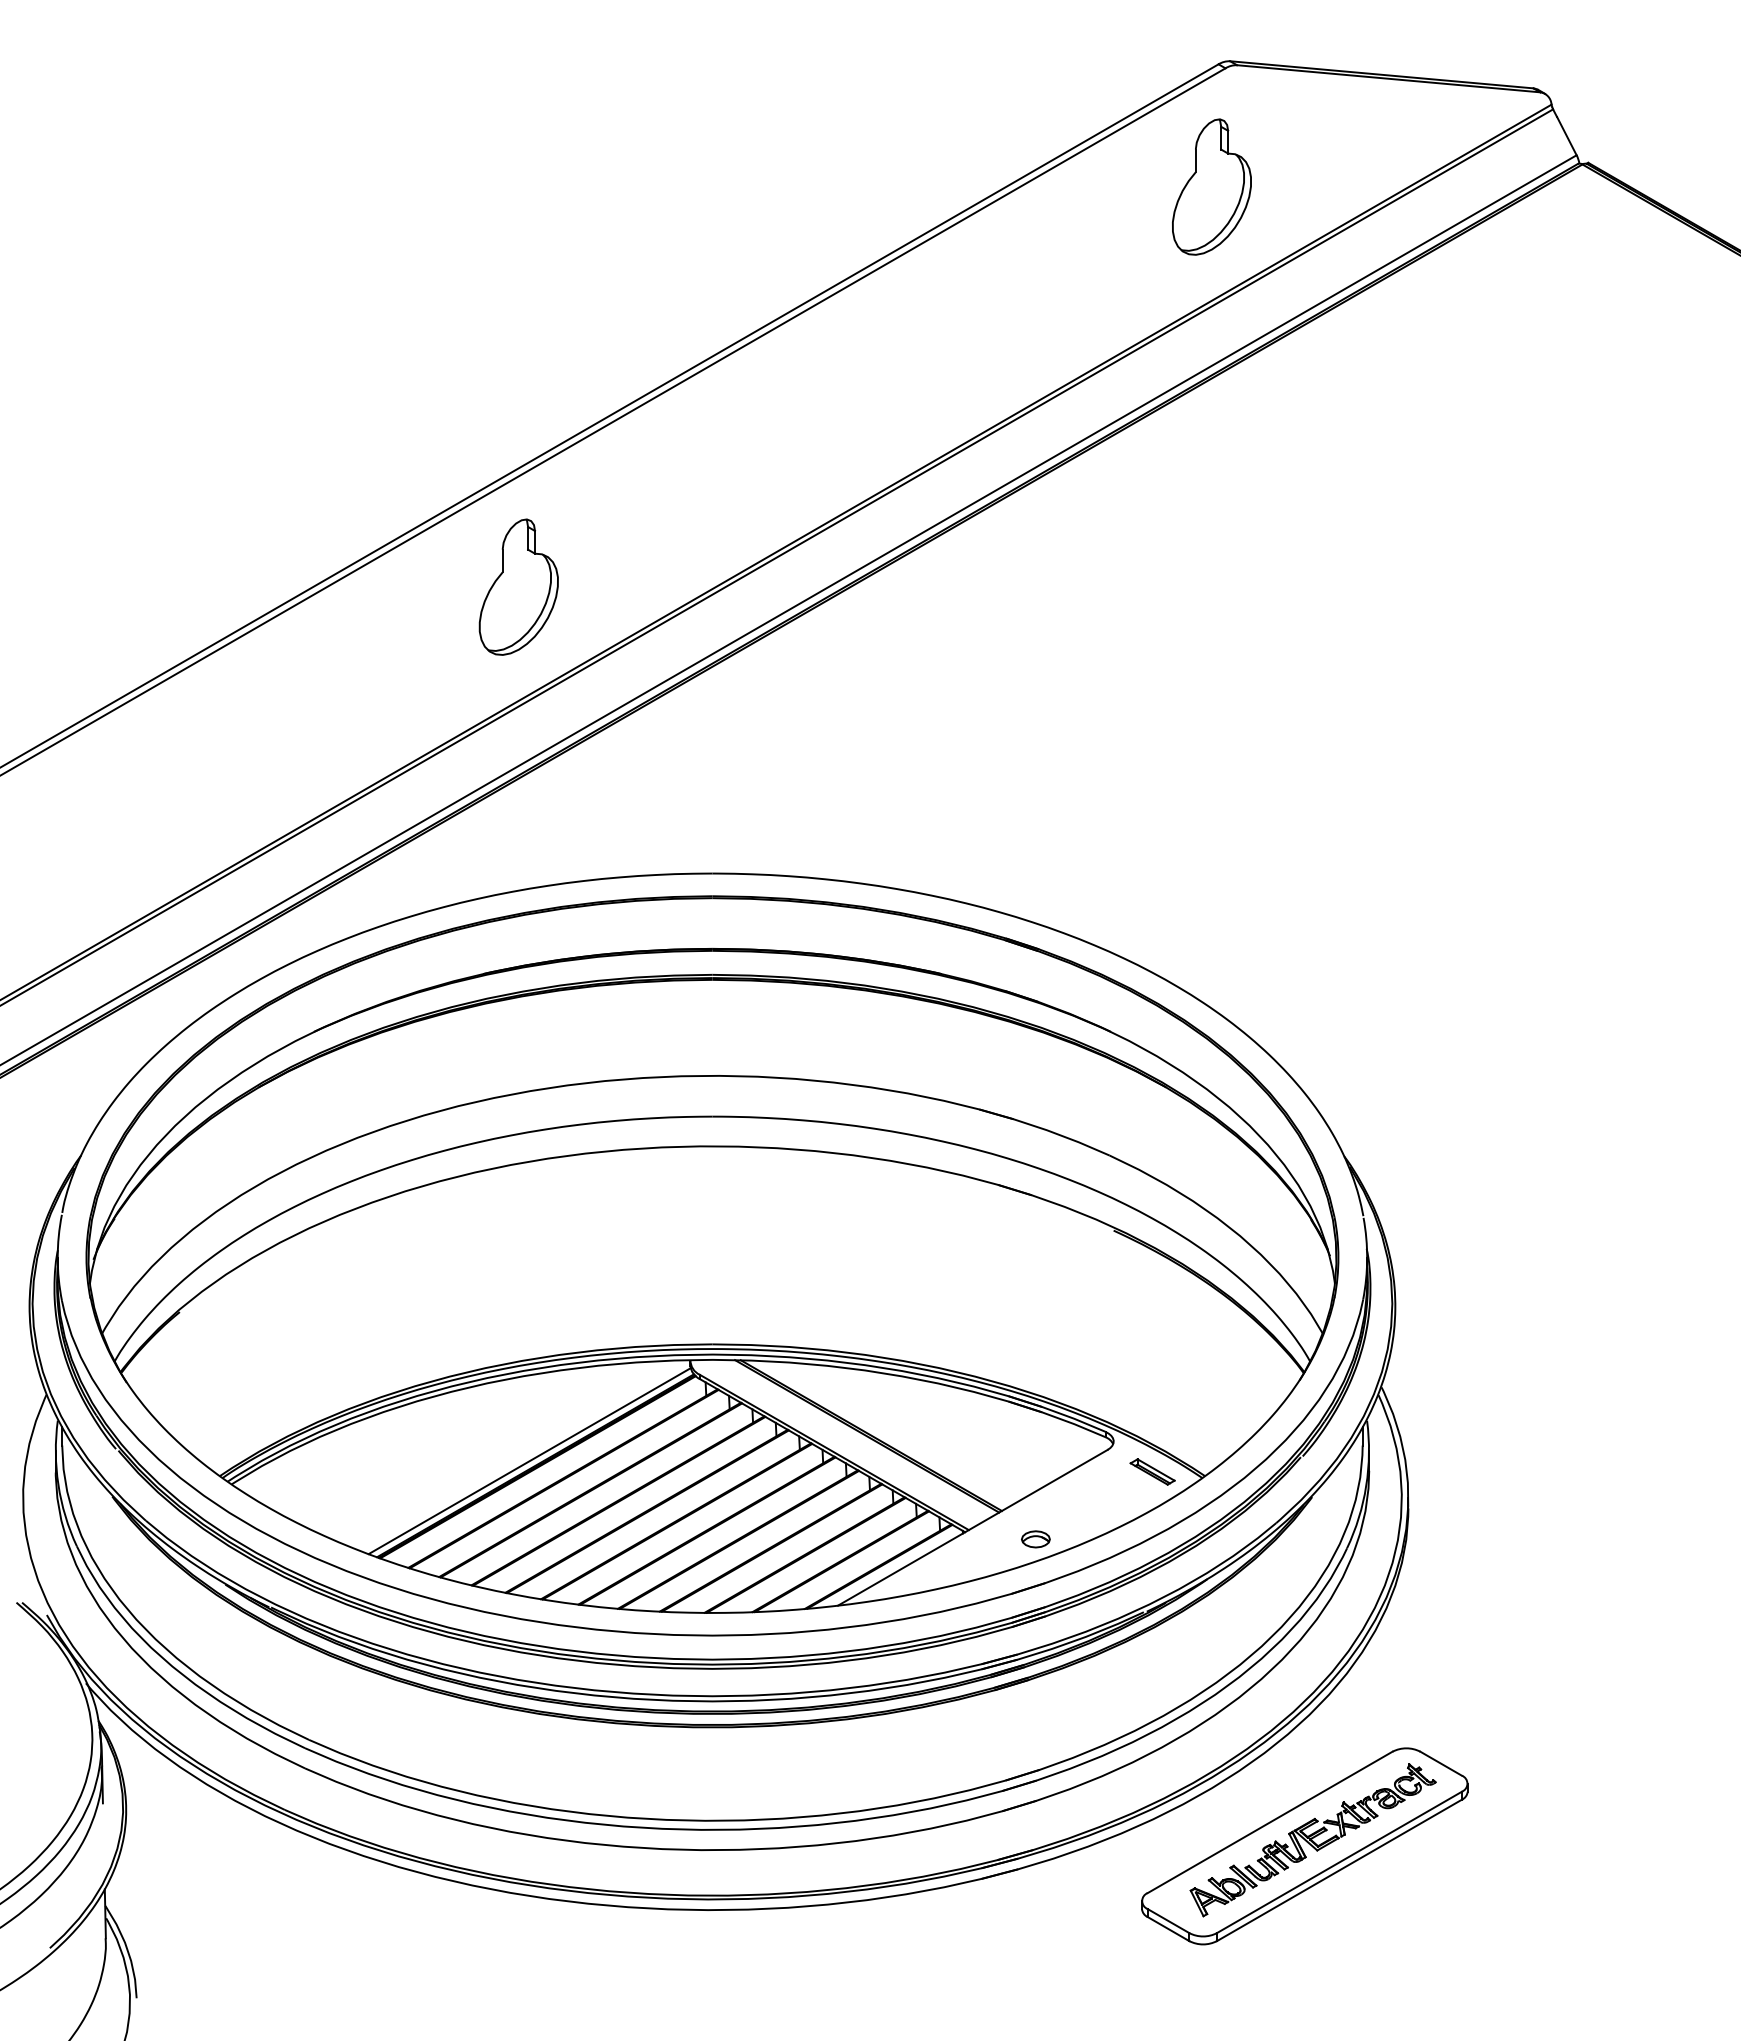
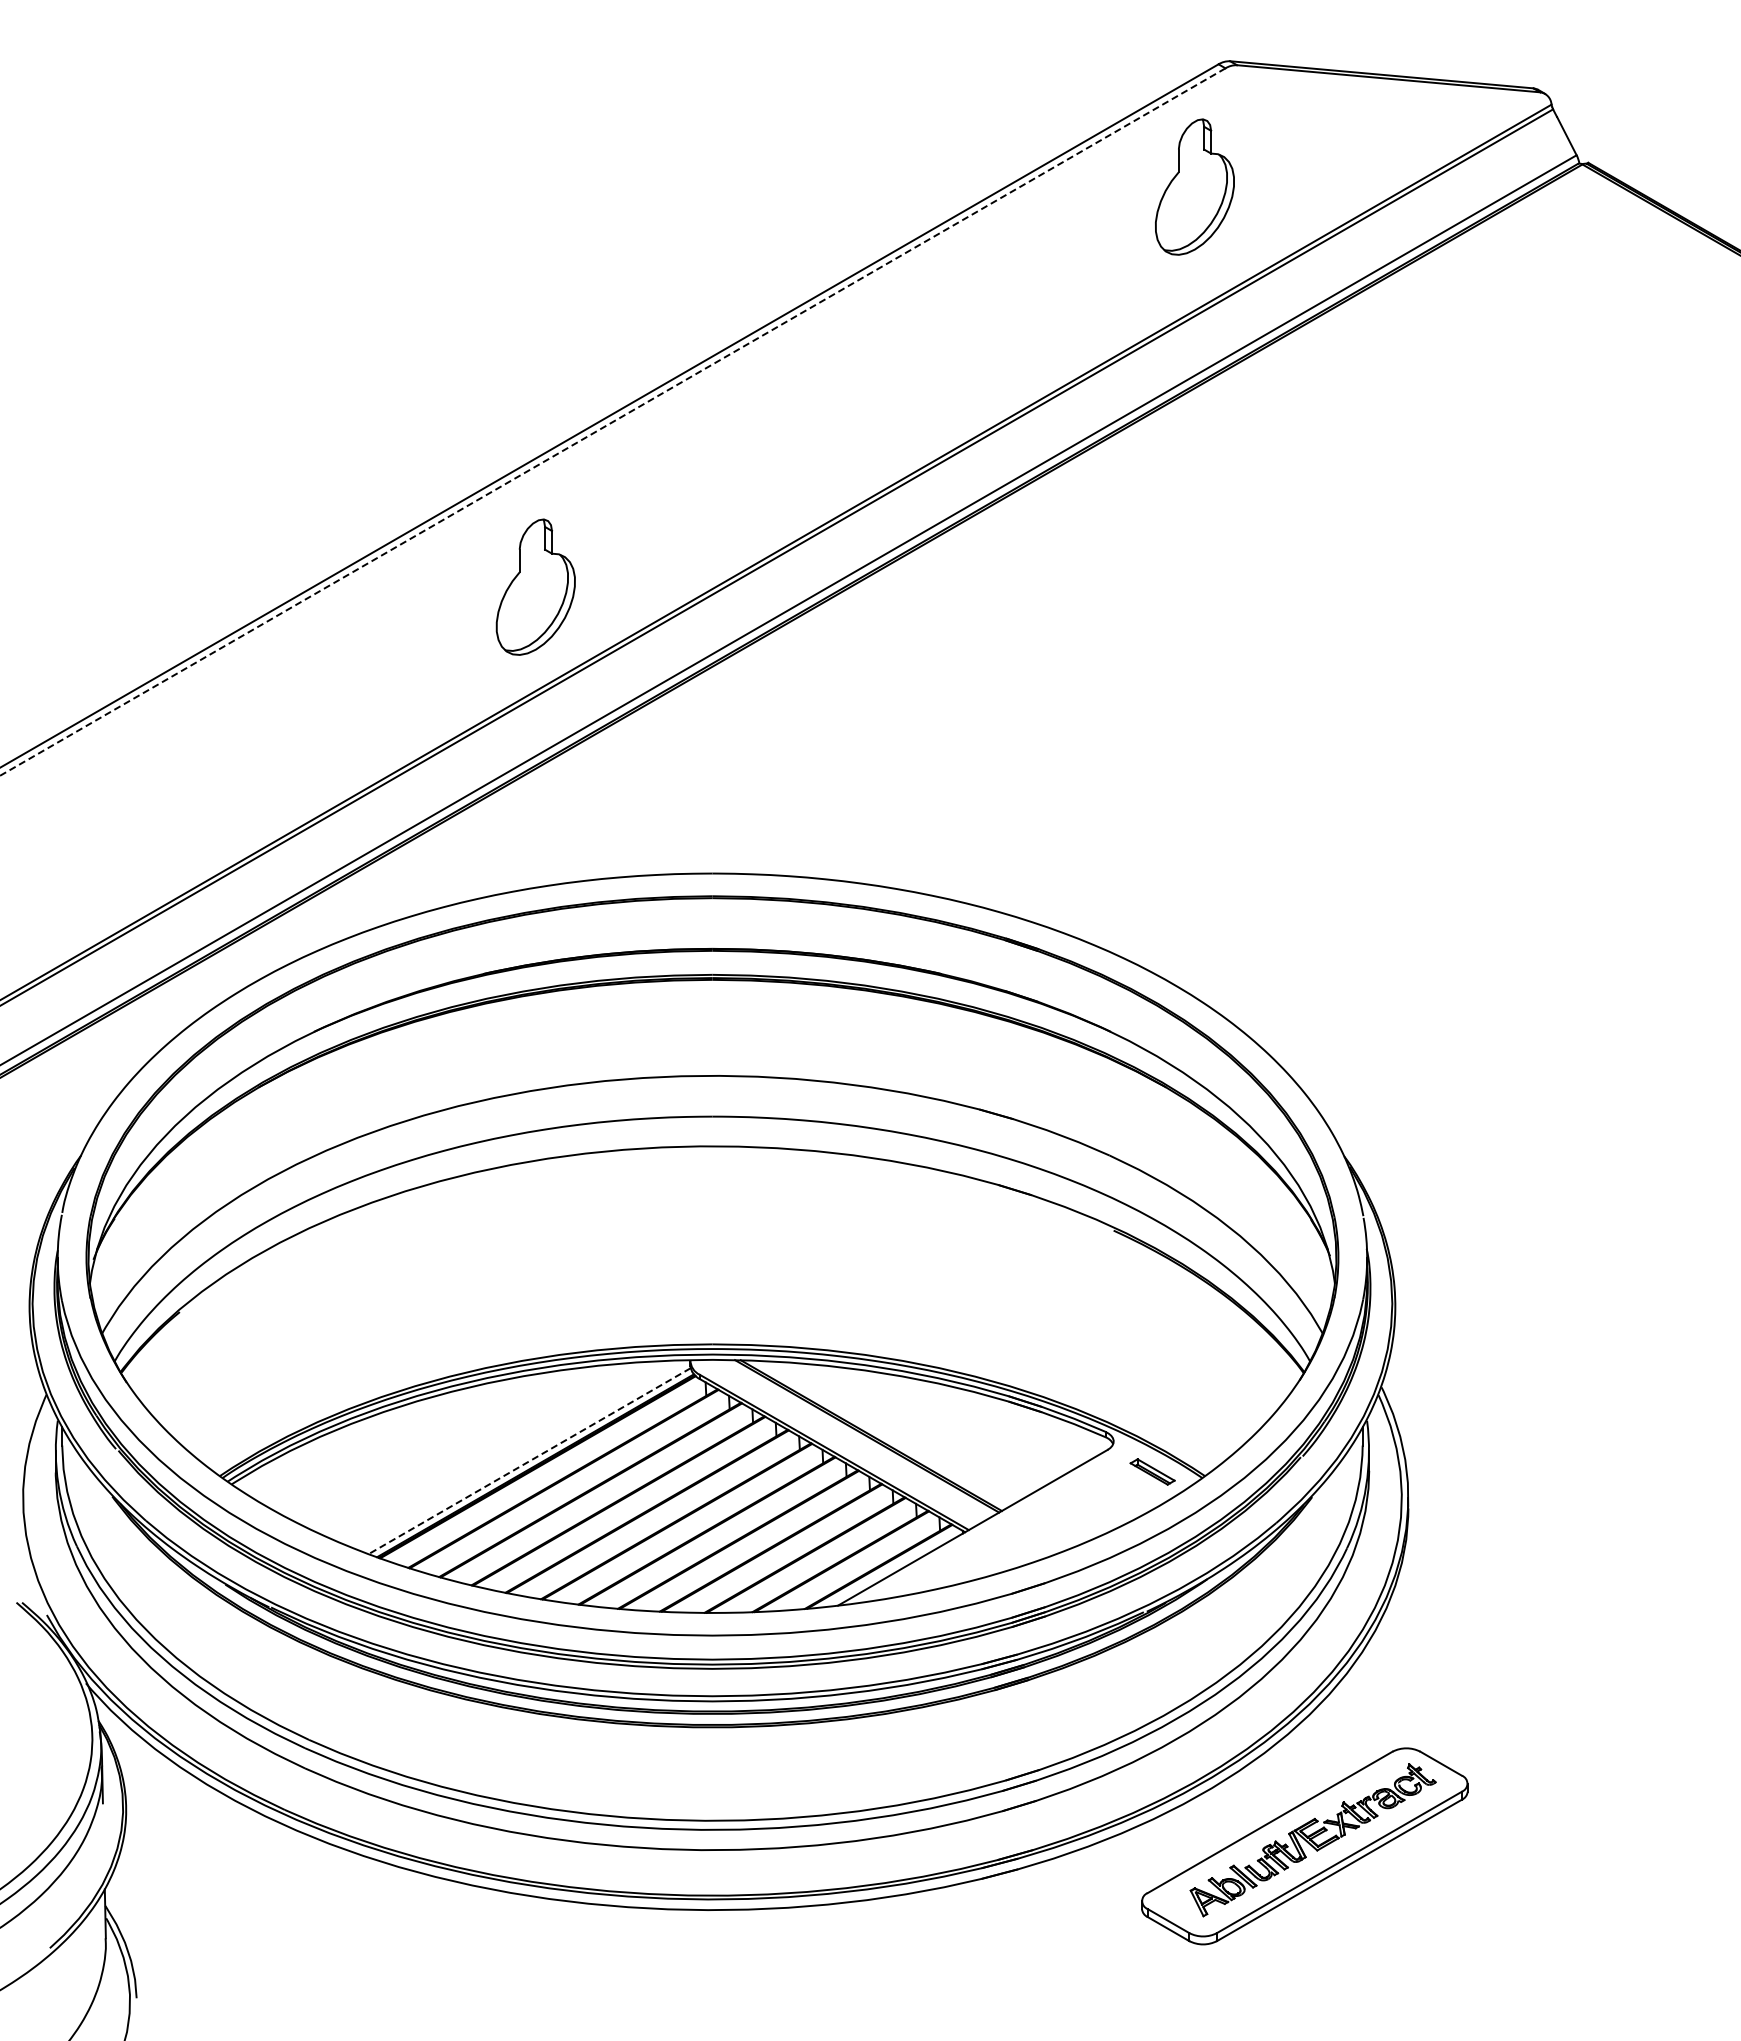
part at (1211, 186) position: (1211, 186) -> (1194, 186)
line at (612, 422): solid -> dashed
part at (518, 586) position: (518, 586) -> (535, 586)
line at (529, 1461): solid -> dashed
part at (1035, 1539): present -> none
